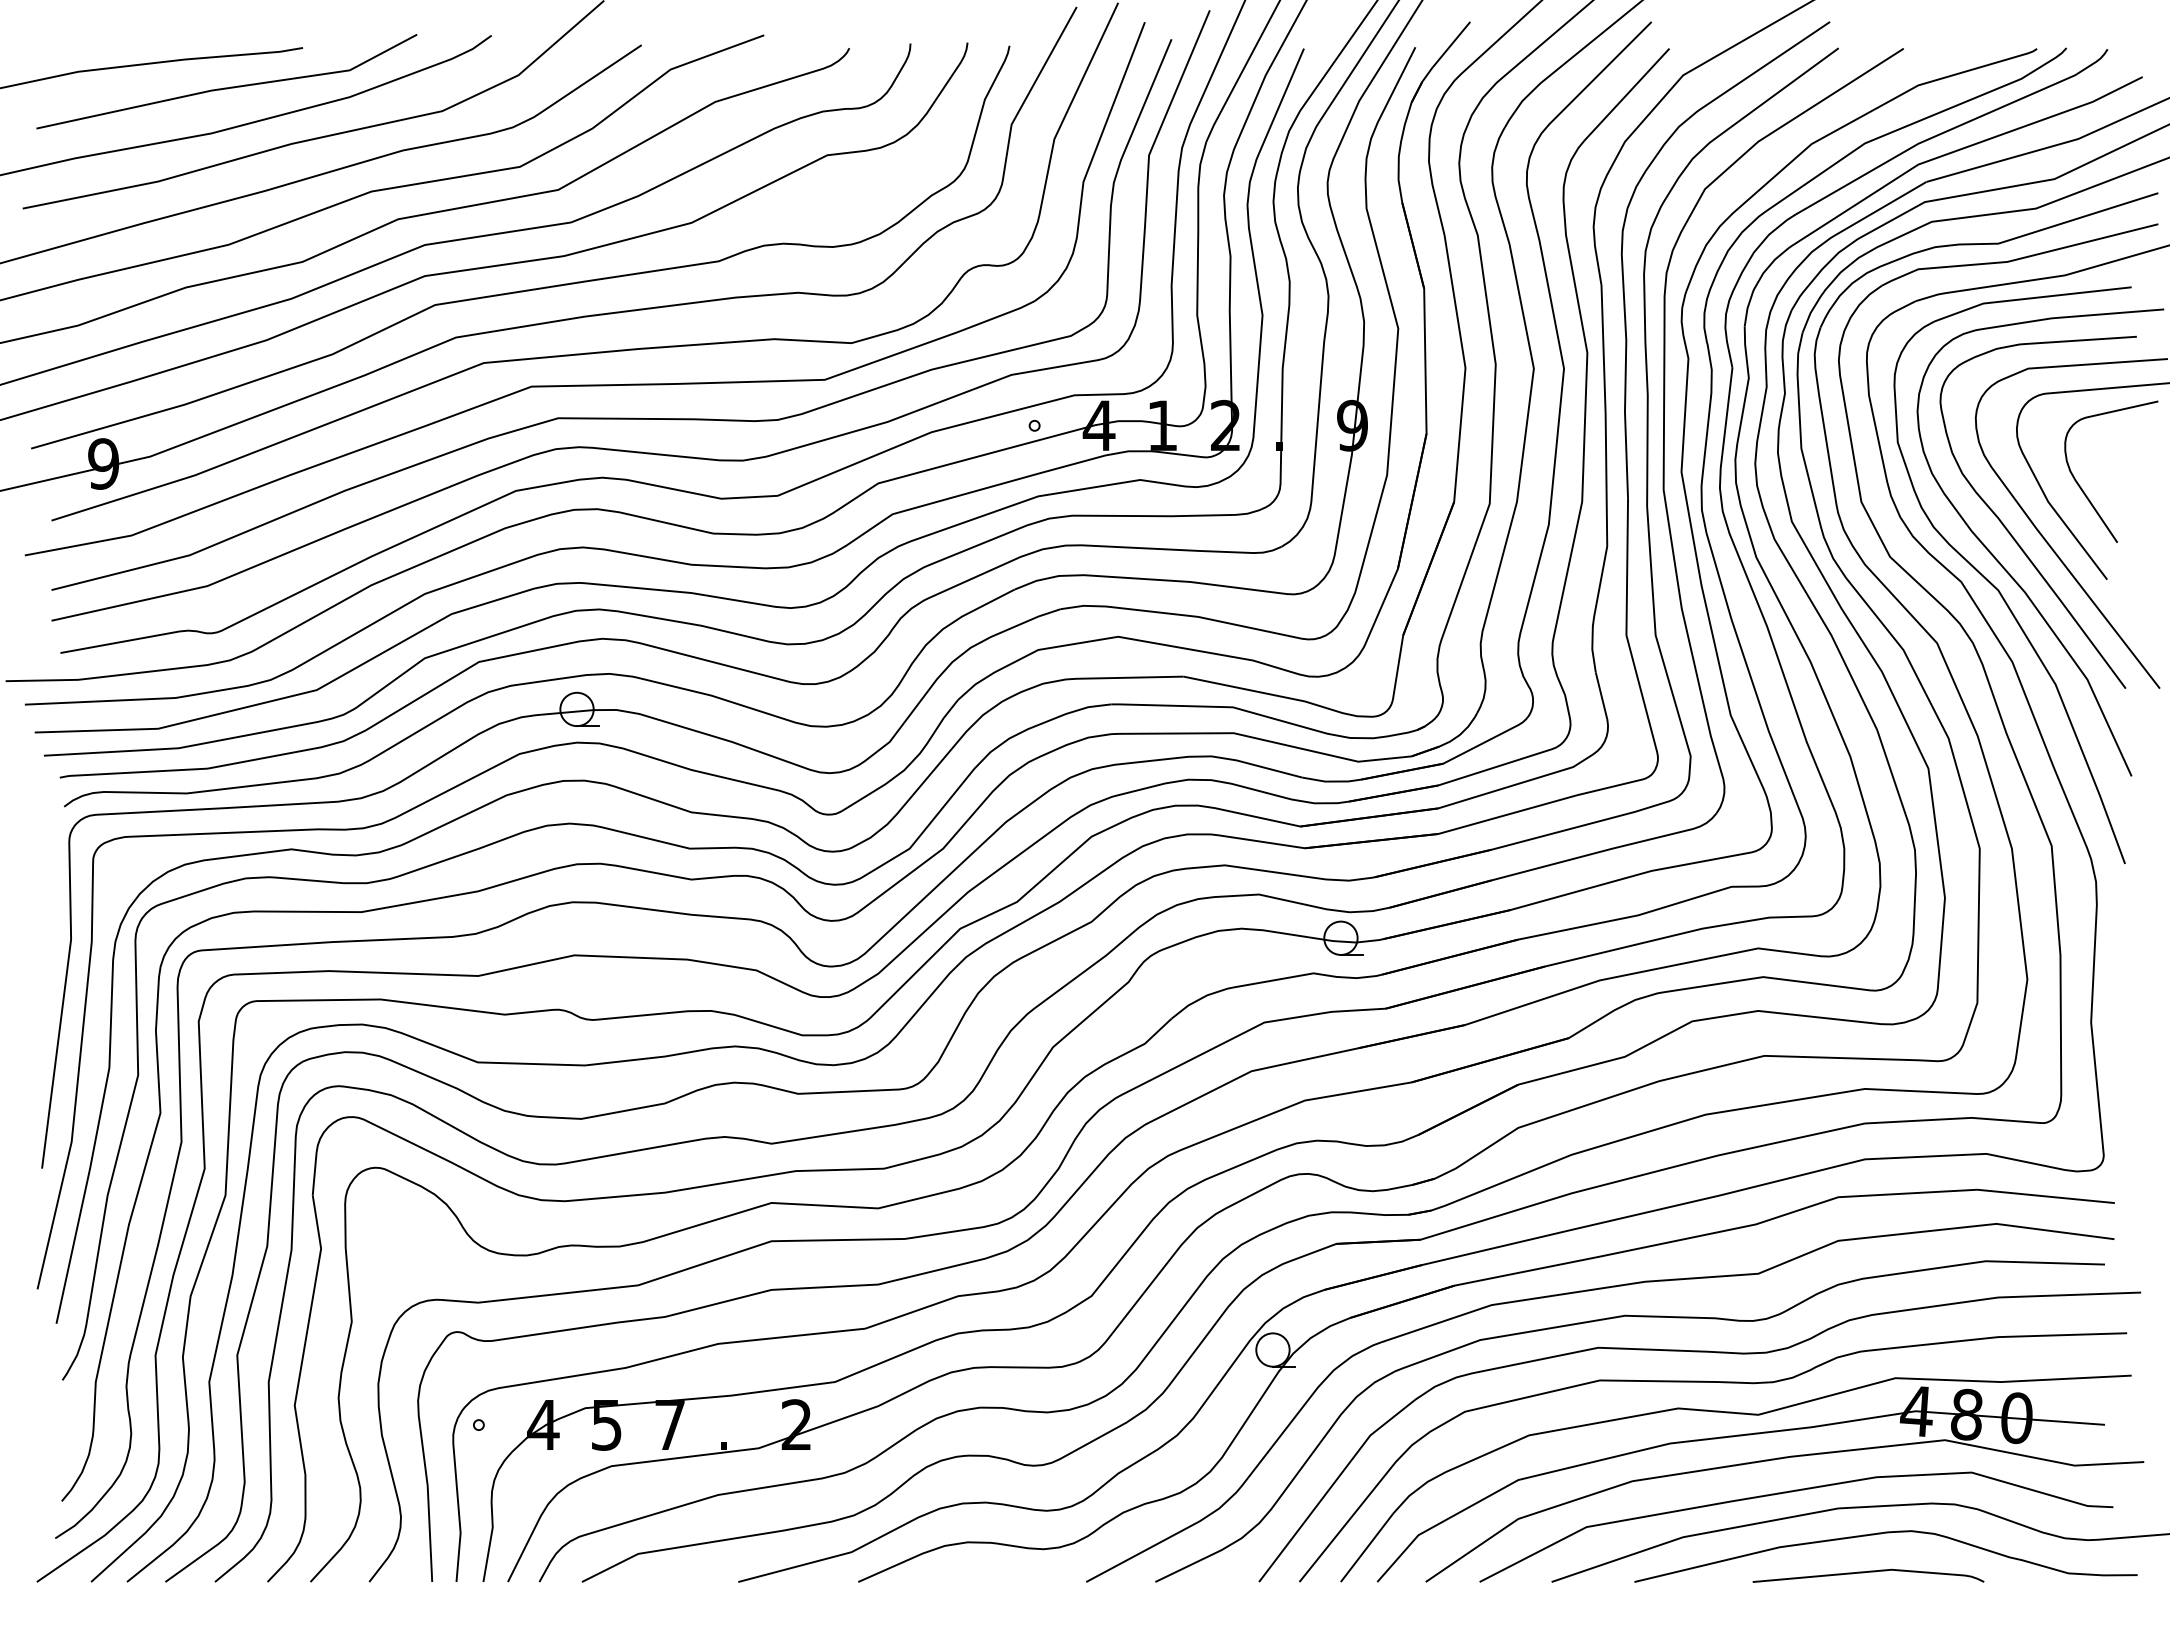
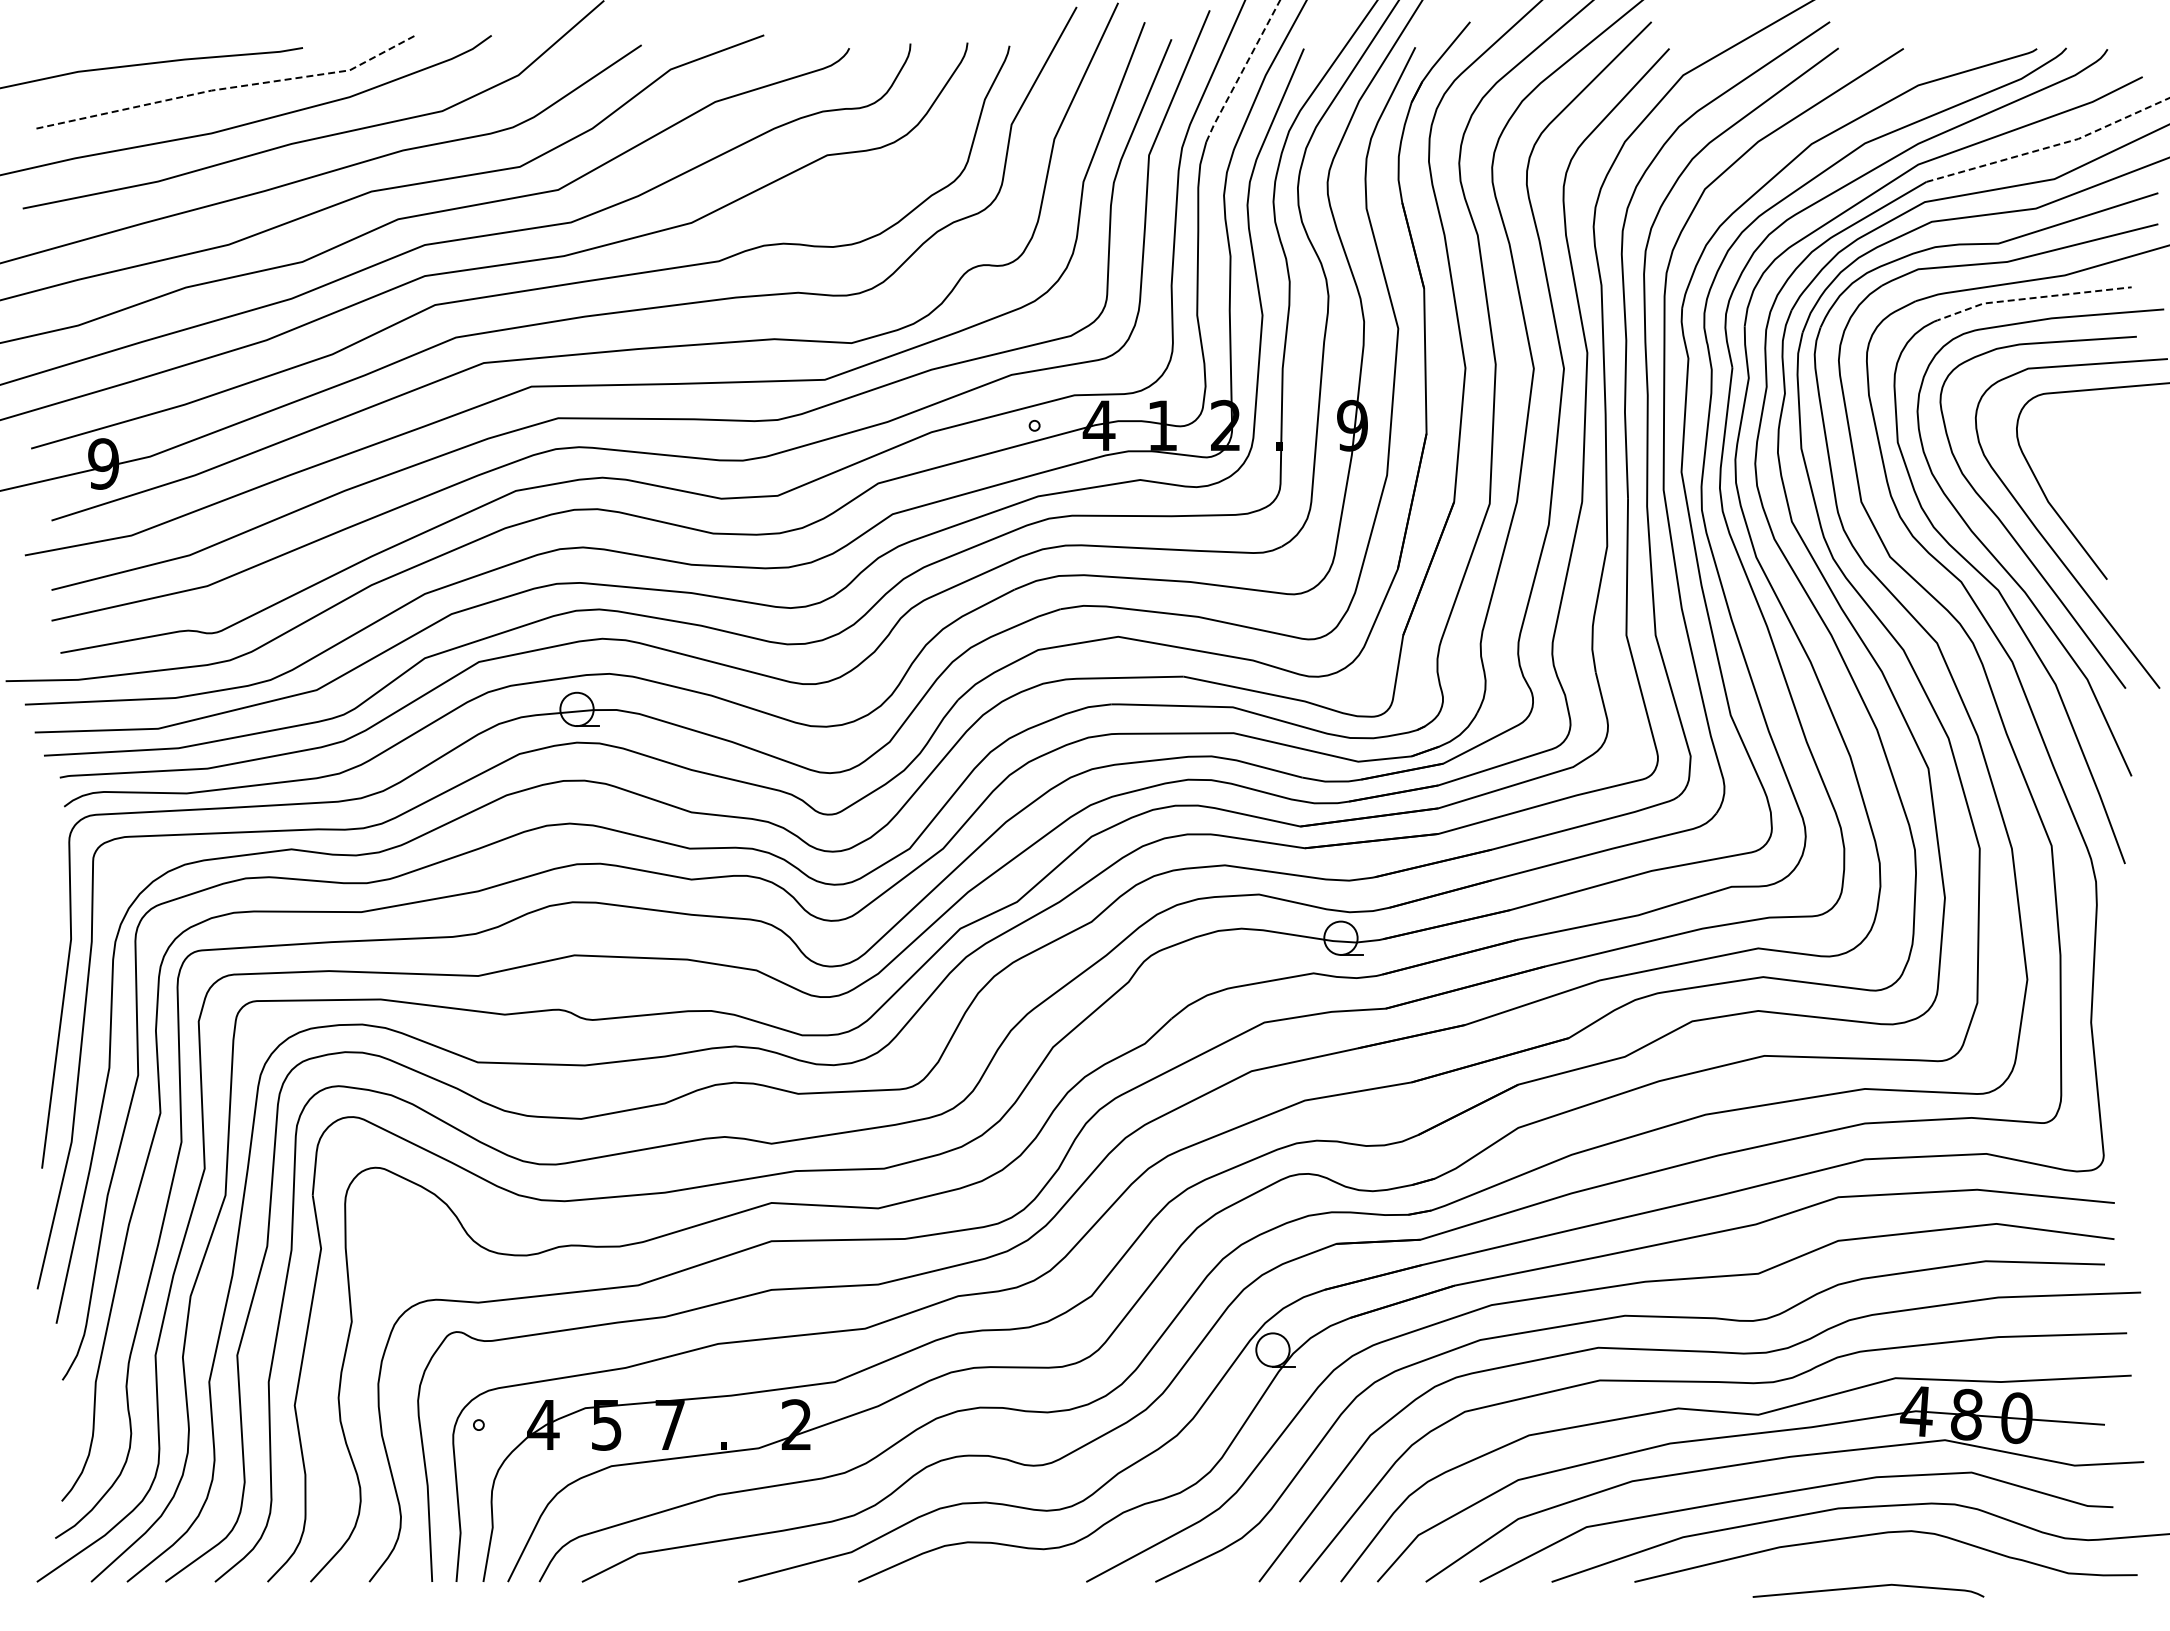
line at (1242, 71): solid -> dashed
line at (230, 87): solid -> dashed
line at (2051, 146): solid -> dashed
line at (2030, 298): solid -> dashed
curve at (2084, 491): present -> none
curve at (1868, 1572) position: (1868, 1572) -> (1868, 1587)
